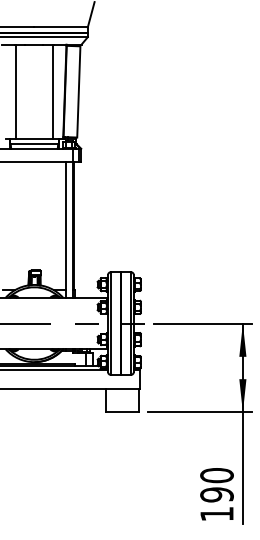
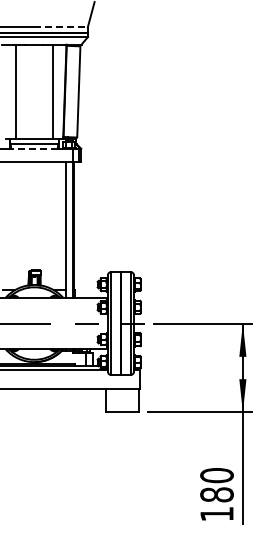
line at (61, 27): solid -> dashed
line at (33, 148): solid -> dashed
text at (216, 494): 190 -> 180
